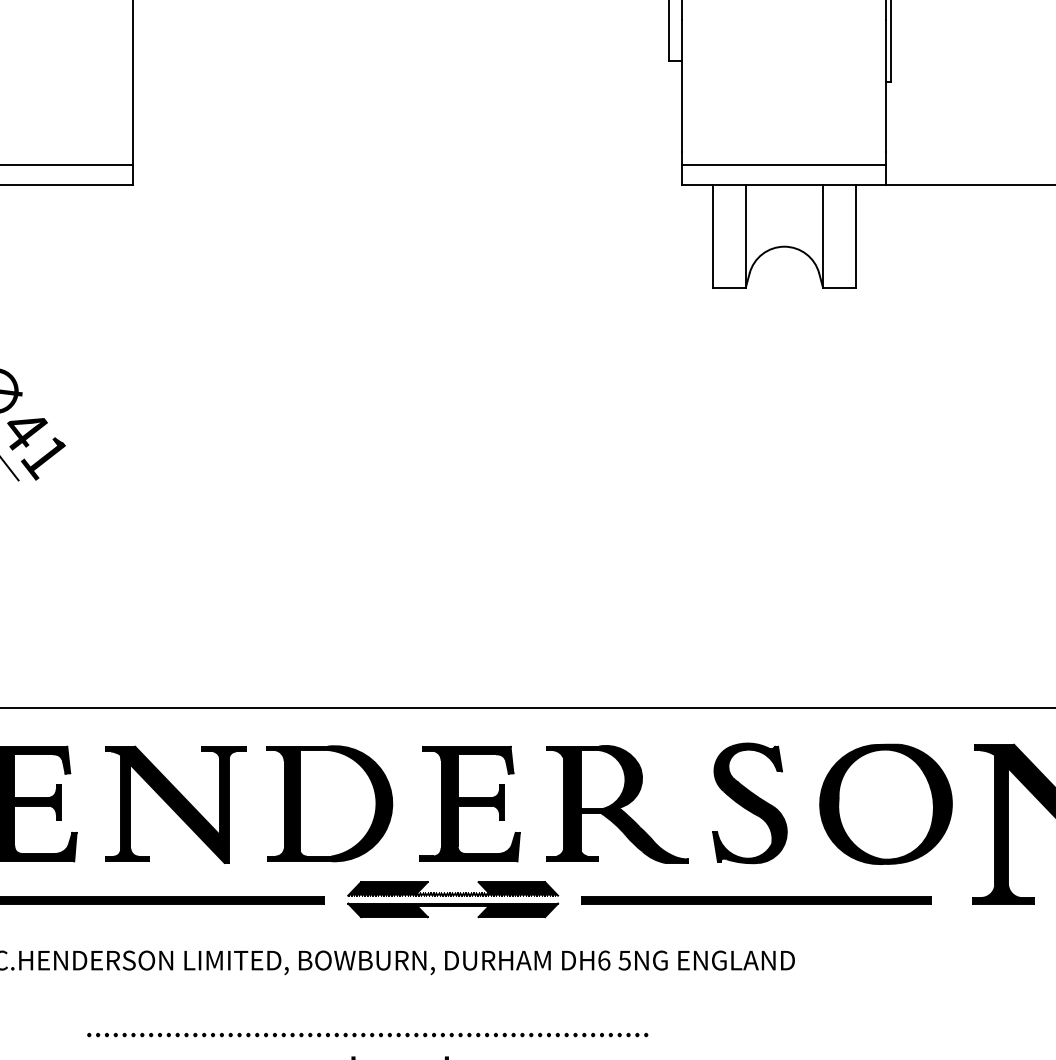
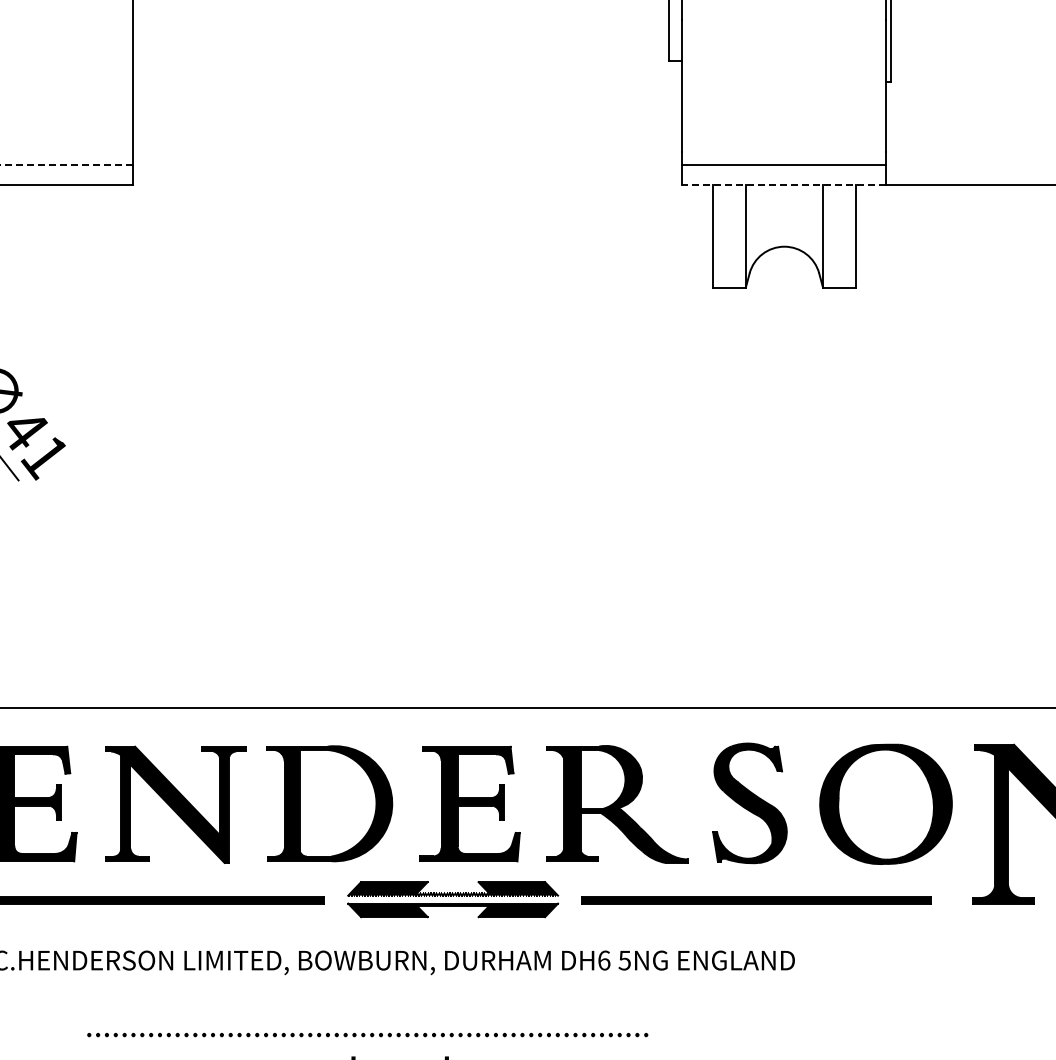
line at (66, 165): solid -> dashed
line at (783, 184): solid -> dashed
